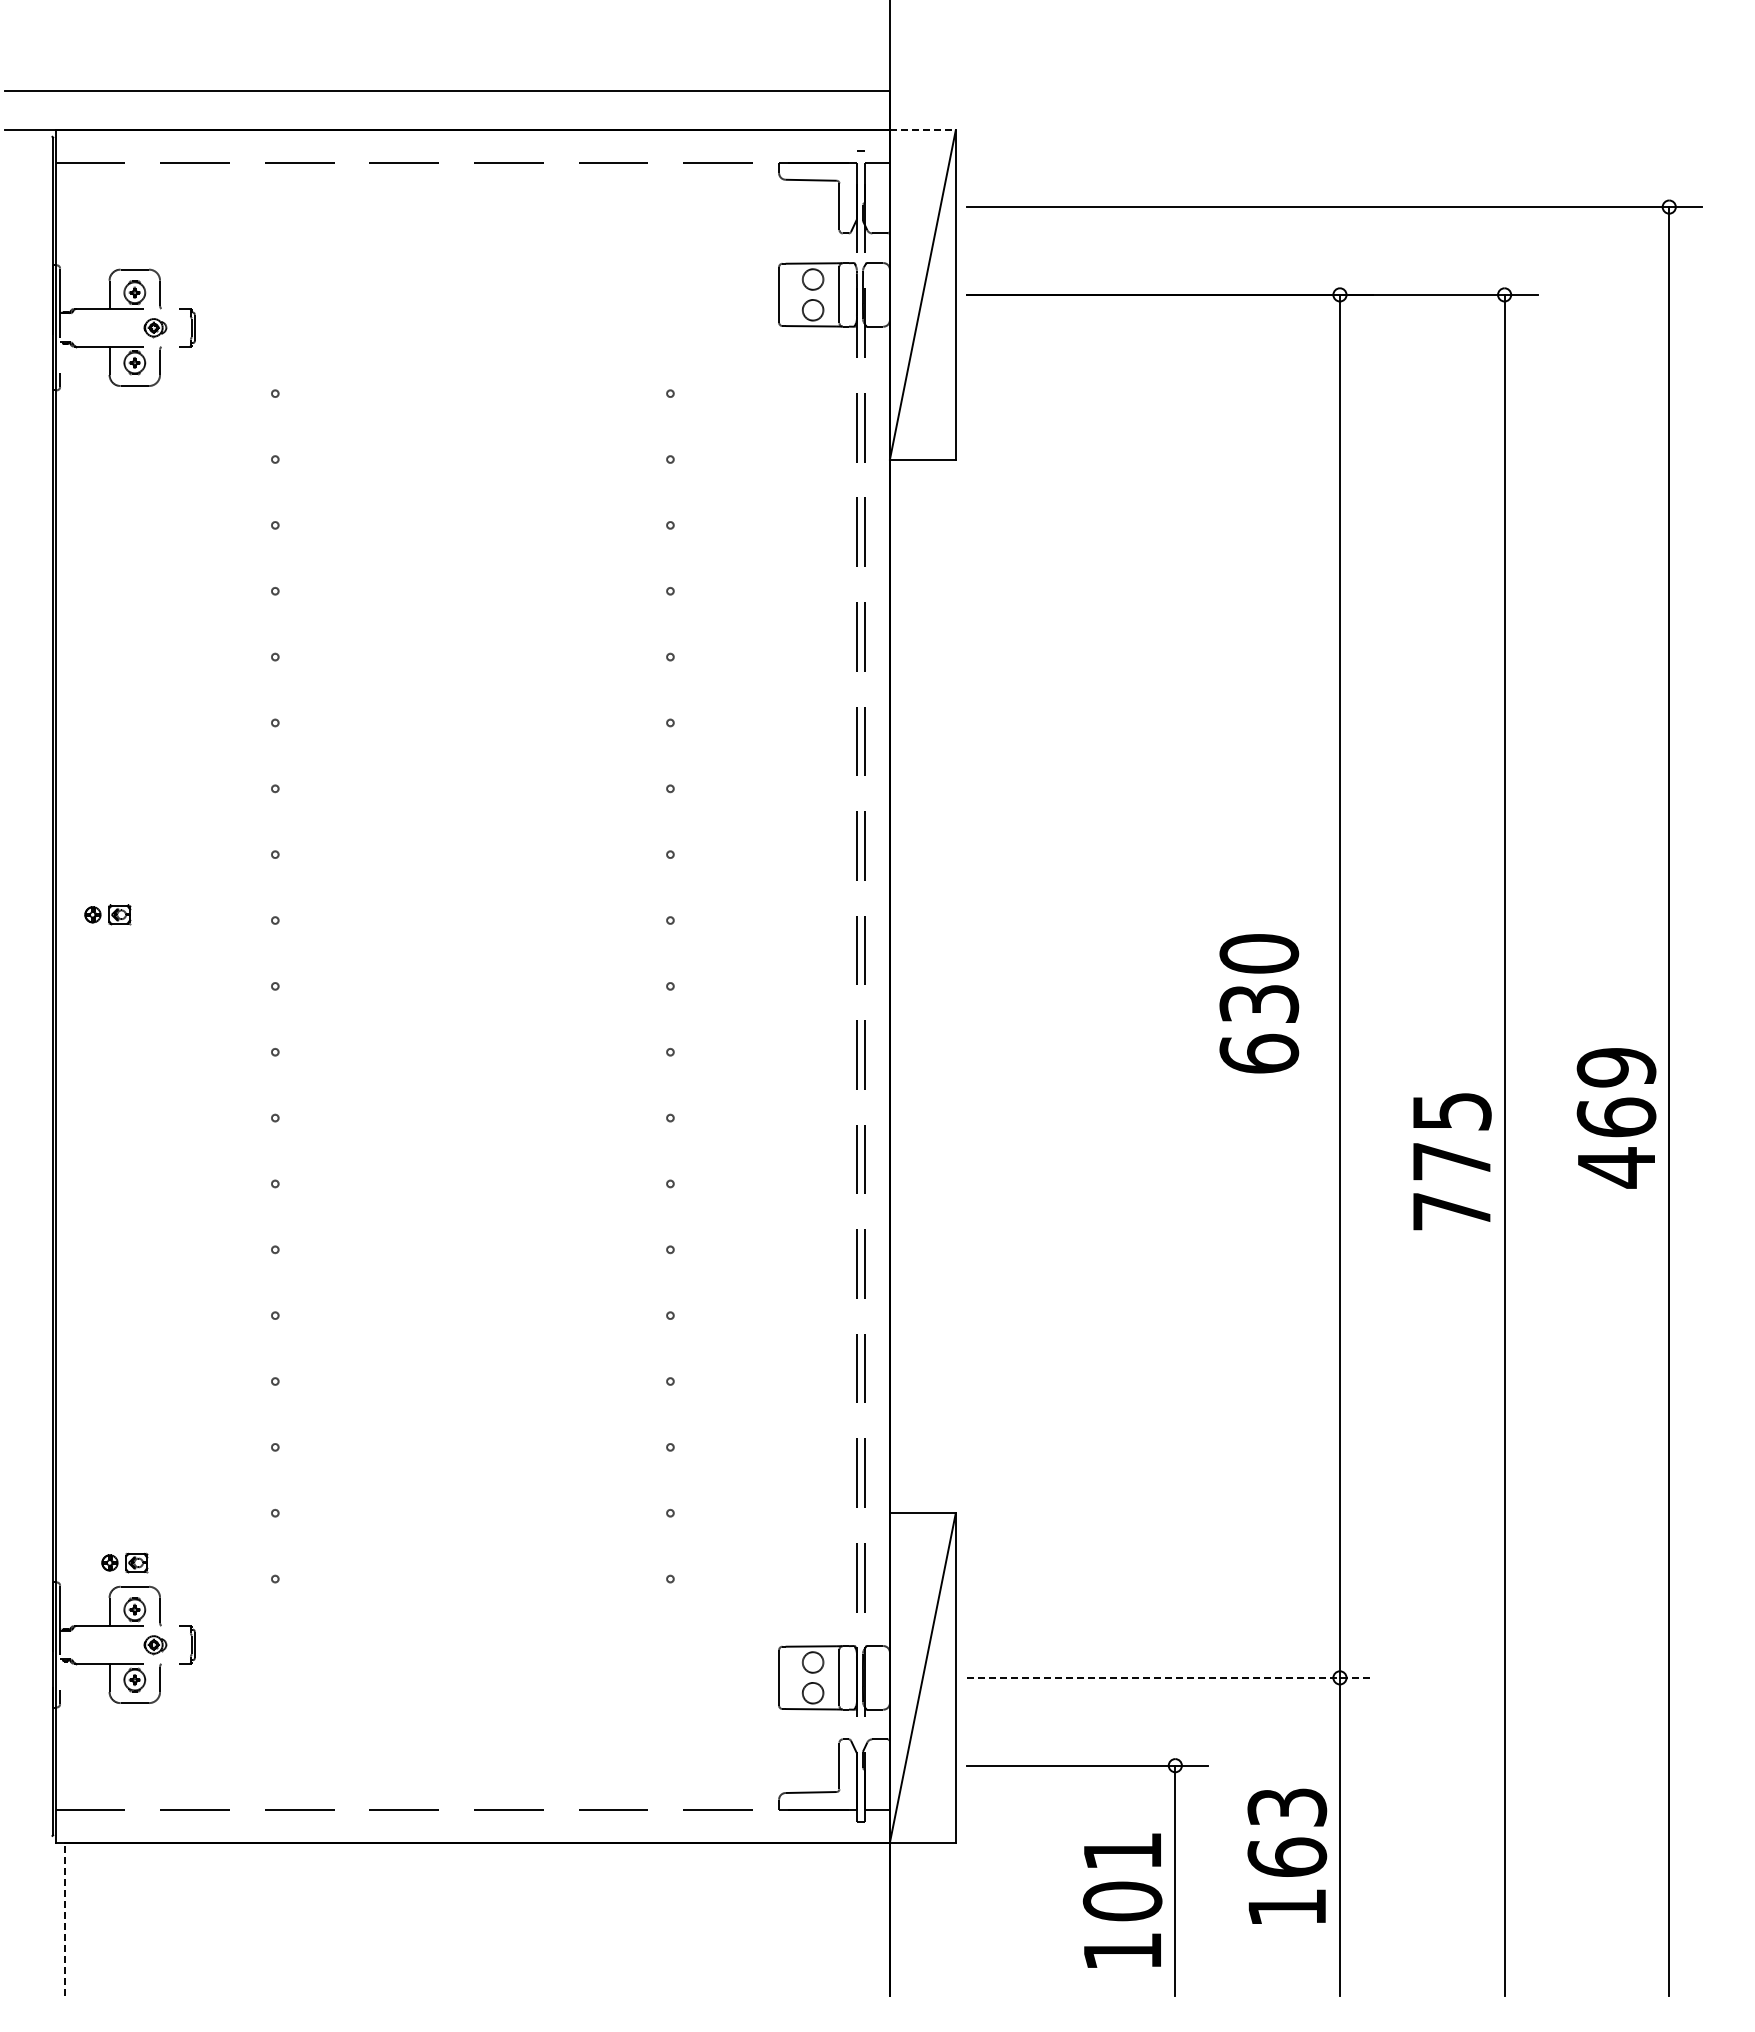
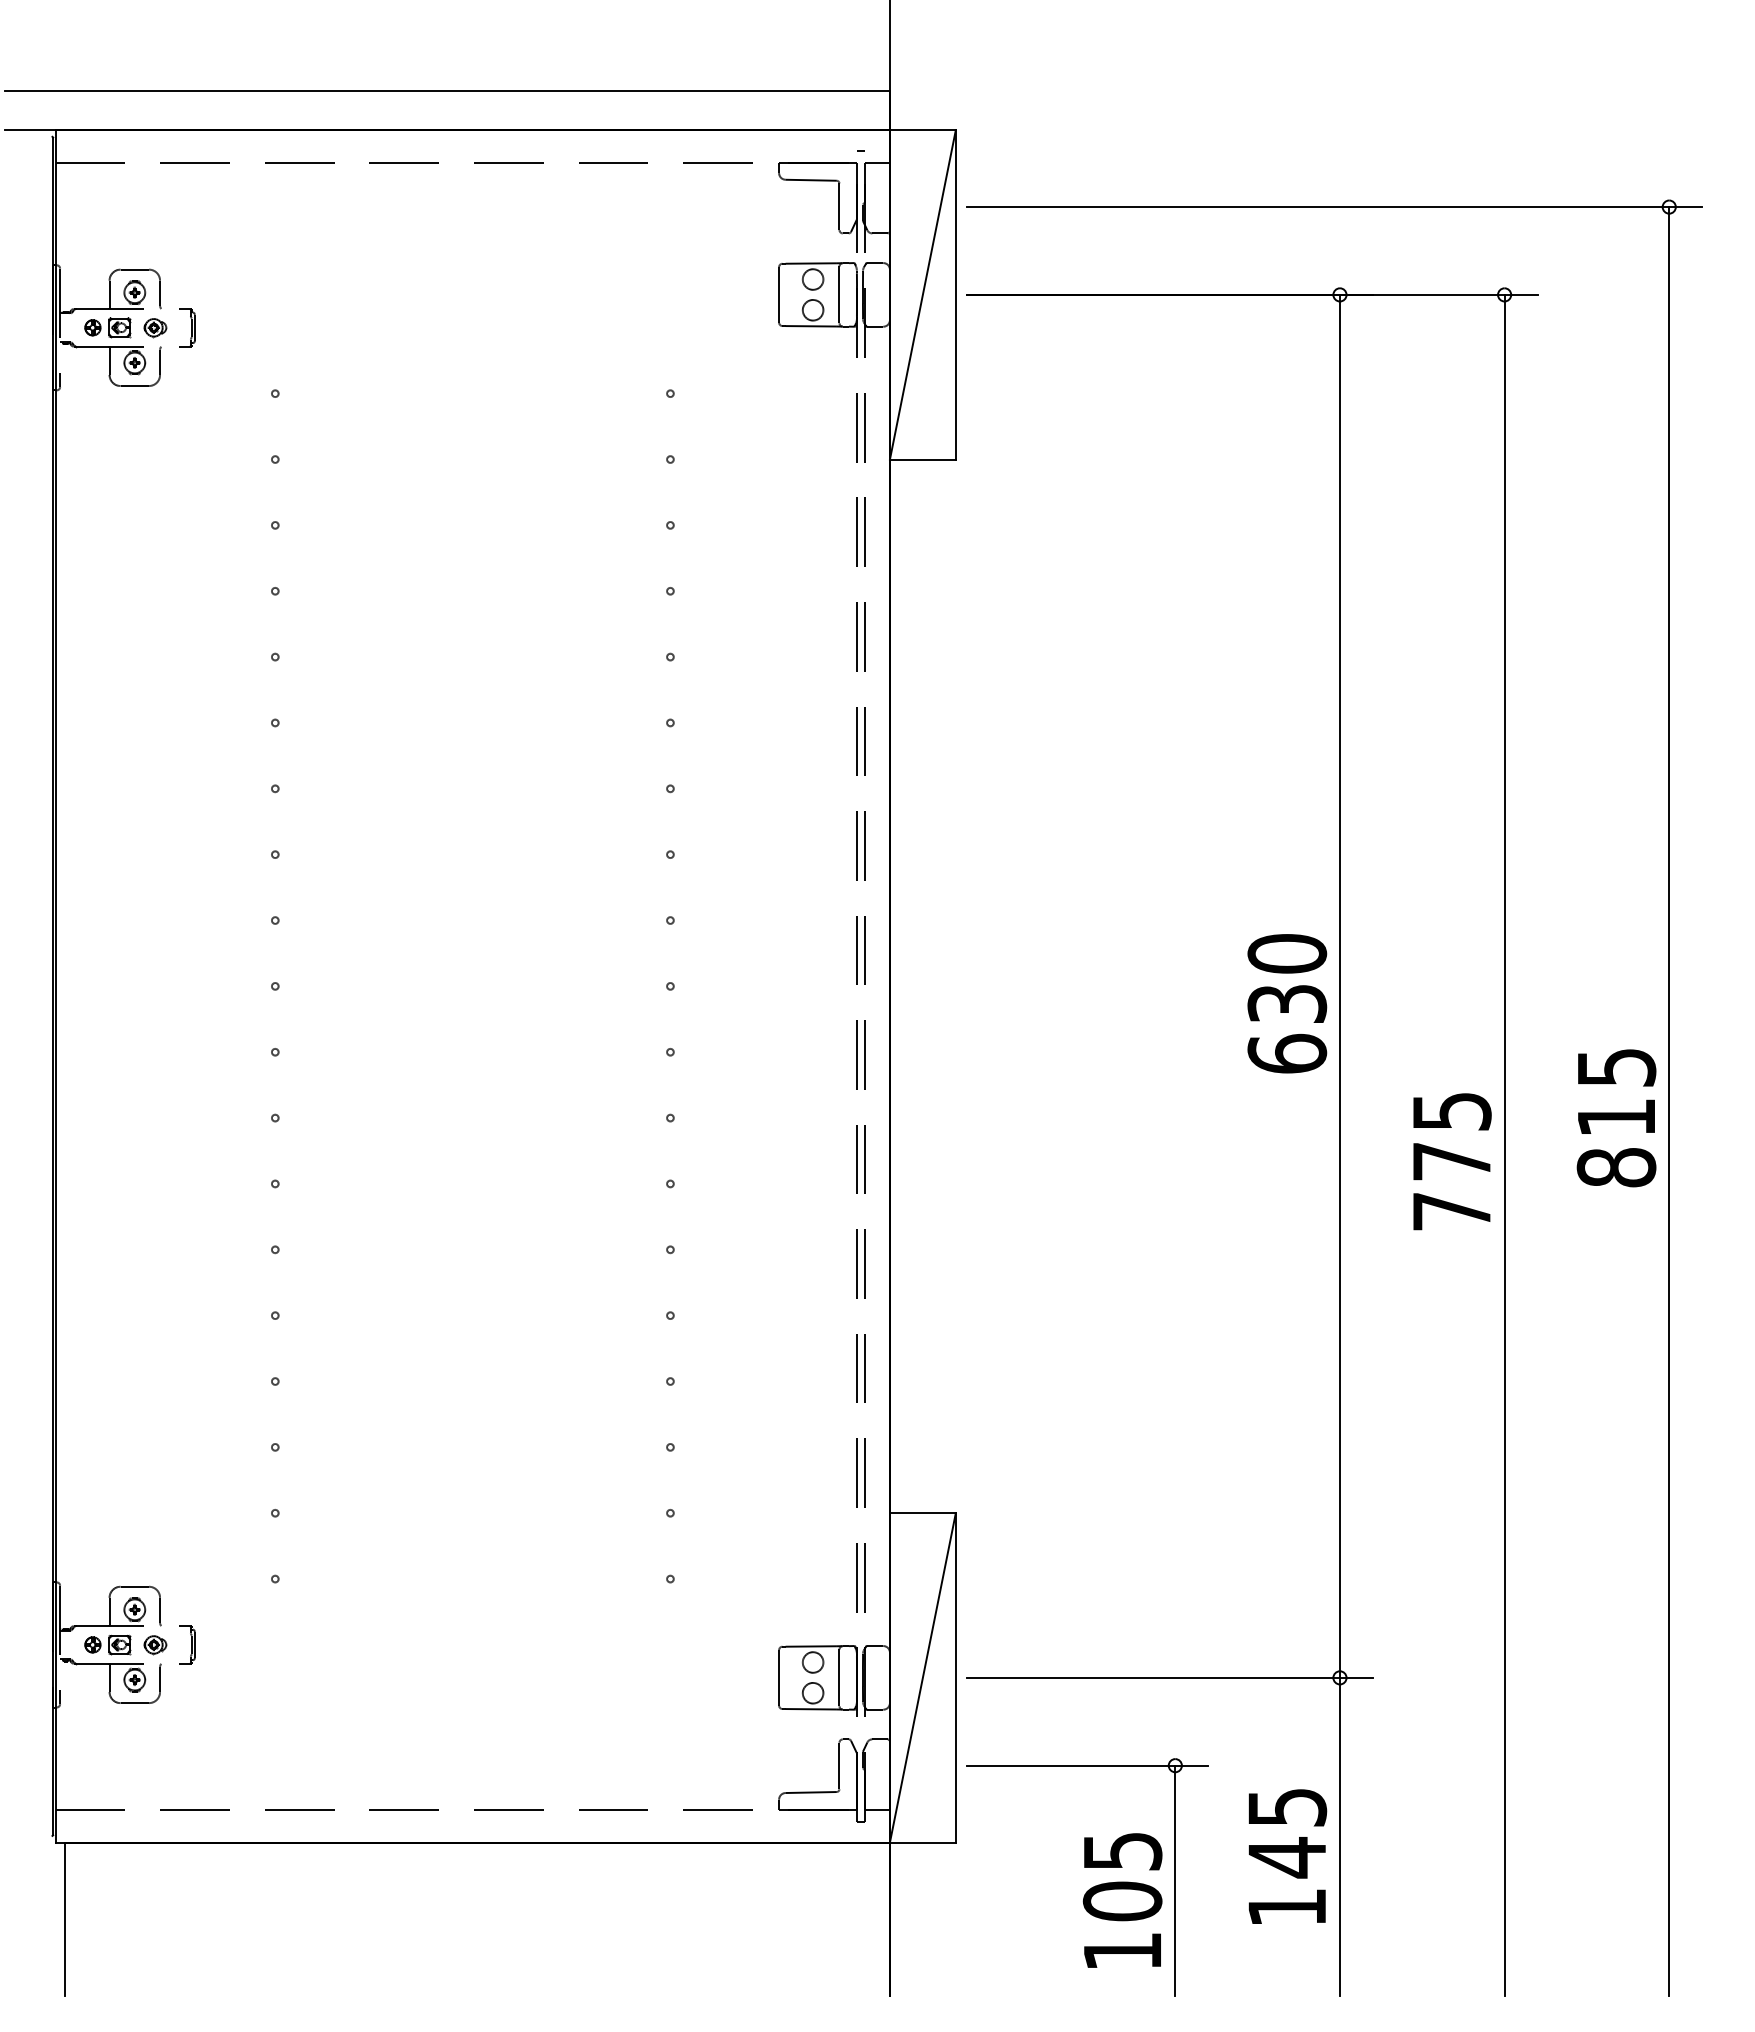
line at (922, 130): dashed -> solid
part at (107, 914) position: (107, 914) -> (107, 327)
text at (1259, 1003) position: (1259, 1003) -> (1287, 1003)
text at (1616, 1118): 469 -> 815
part at (124, 1562) position: (124, 1562) -> (107, 1644)
line at (1170, 1677): dashed -> solid
text at (1287, 1833): 163 -> 145
text at (1123, 1851): 101 -> 105
line at (64, 1919): dashed -> solid
